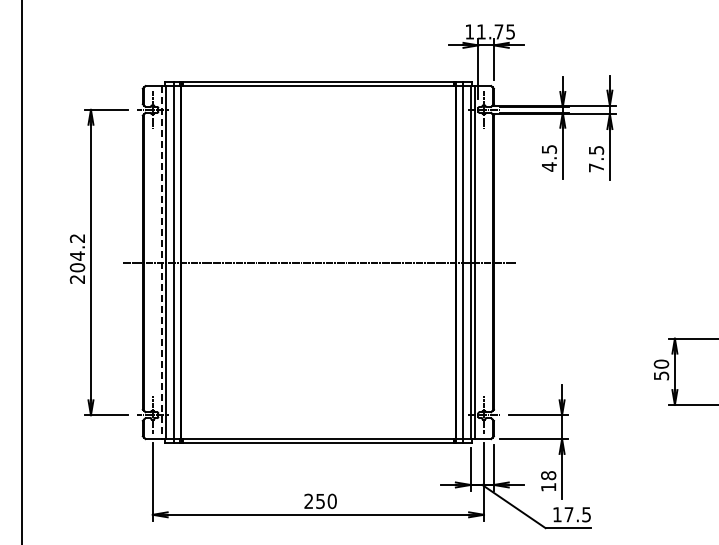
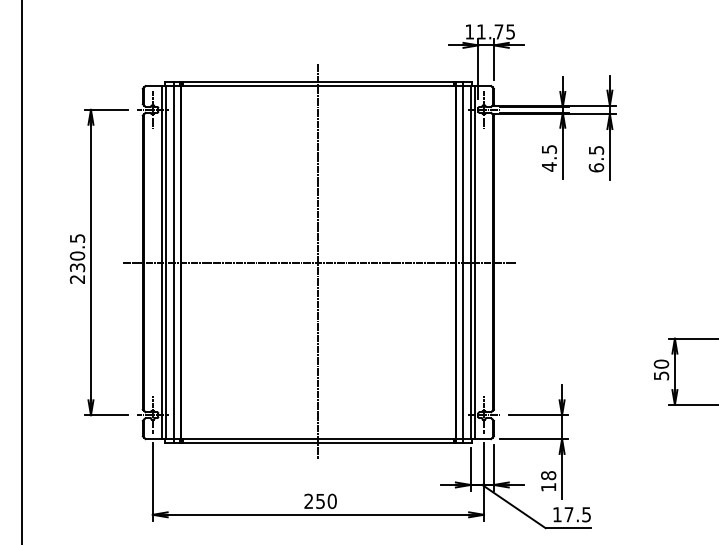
text at (596, 167): 7.5 -> 6.5
text at (77, 253): 204.2 -> 230.5
line at (318, 261): none -> present
line at (161, 262): dashed -> solid
